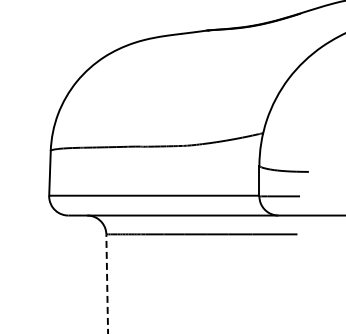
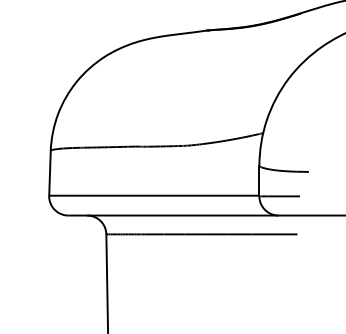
line at (107, 283): dashed -> solid
